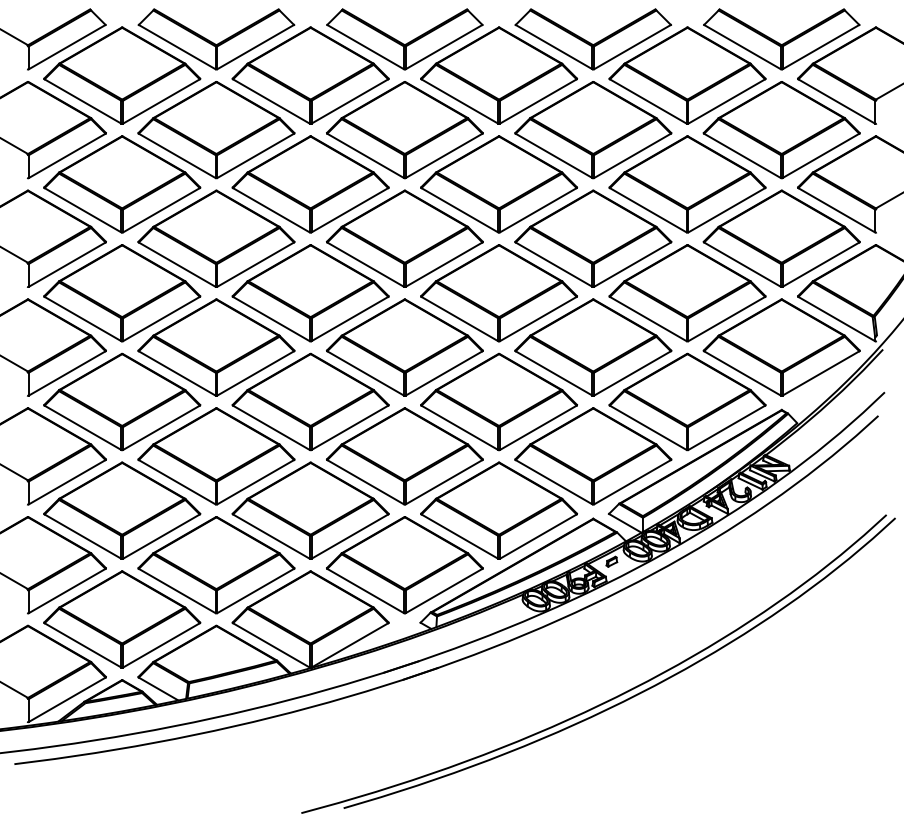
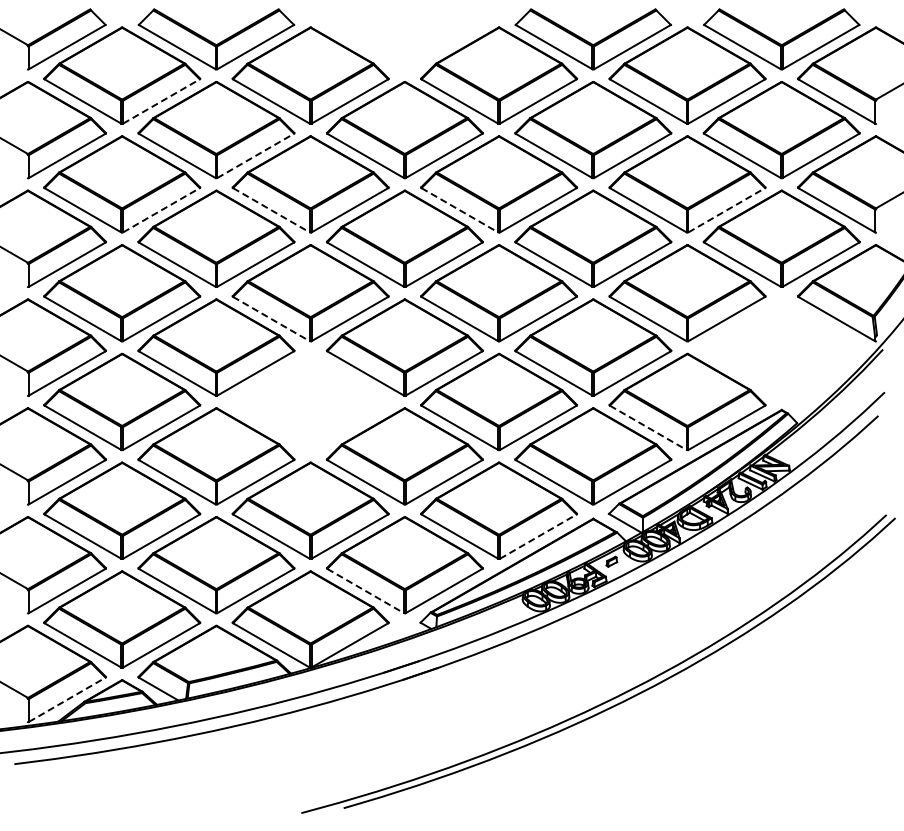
part at (404, 39): present -> none
line at (161, 101): solid -> dashed
line at (256, 155): solid -> dashed
line at (161, 210): solid -> dashed
line at (271, 210): solid -> dashed
line at (460, 210): solid -> dashed
line at (727, 210): solid -> dashed
line at (271, 319): solid -> dashed
part at (781, 347): present -> none
part at (310, 401): present -> none
line at (648, 428): solid -> dashed
line at (538, 536): solid -> dashed
line at (366, 591): solid -> dashed
line at (67, 699): solid -> dashed
